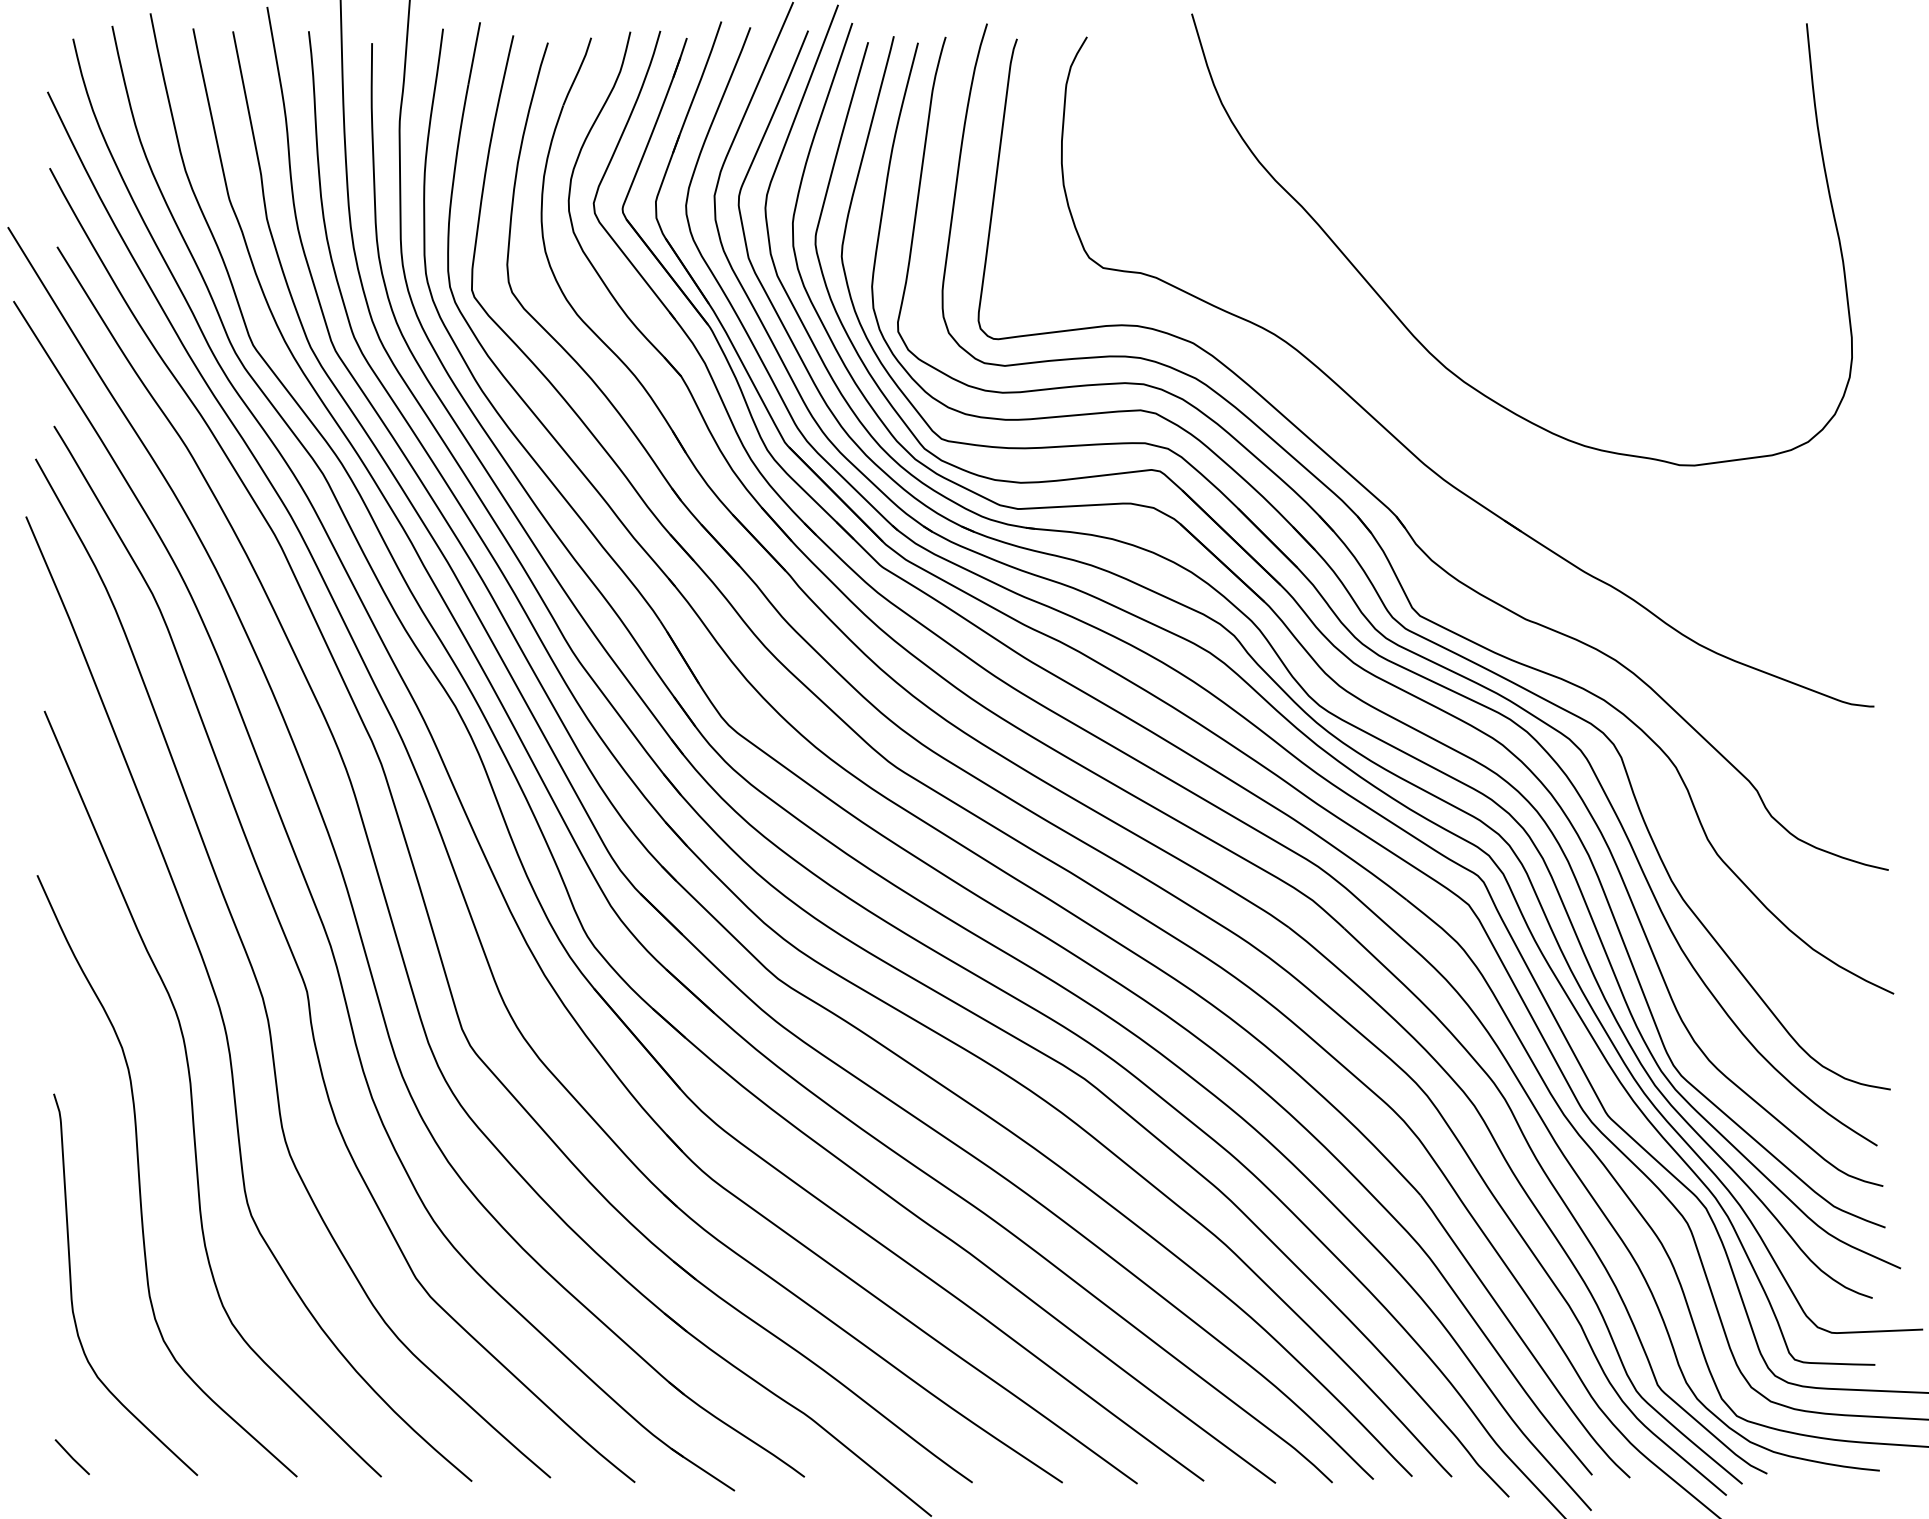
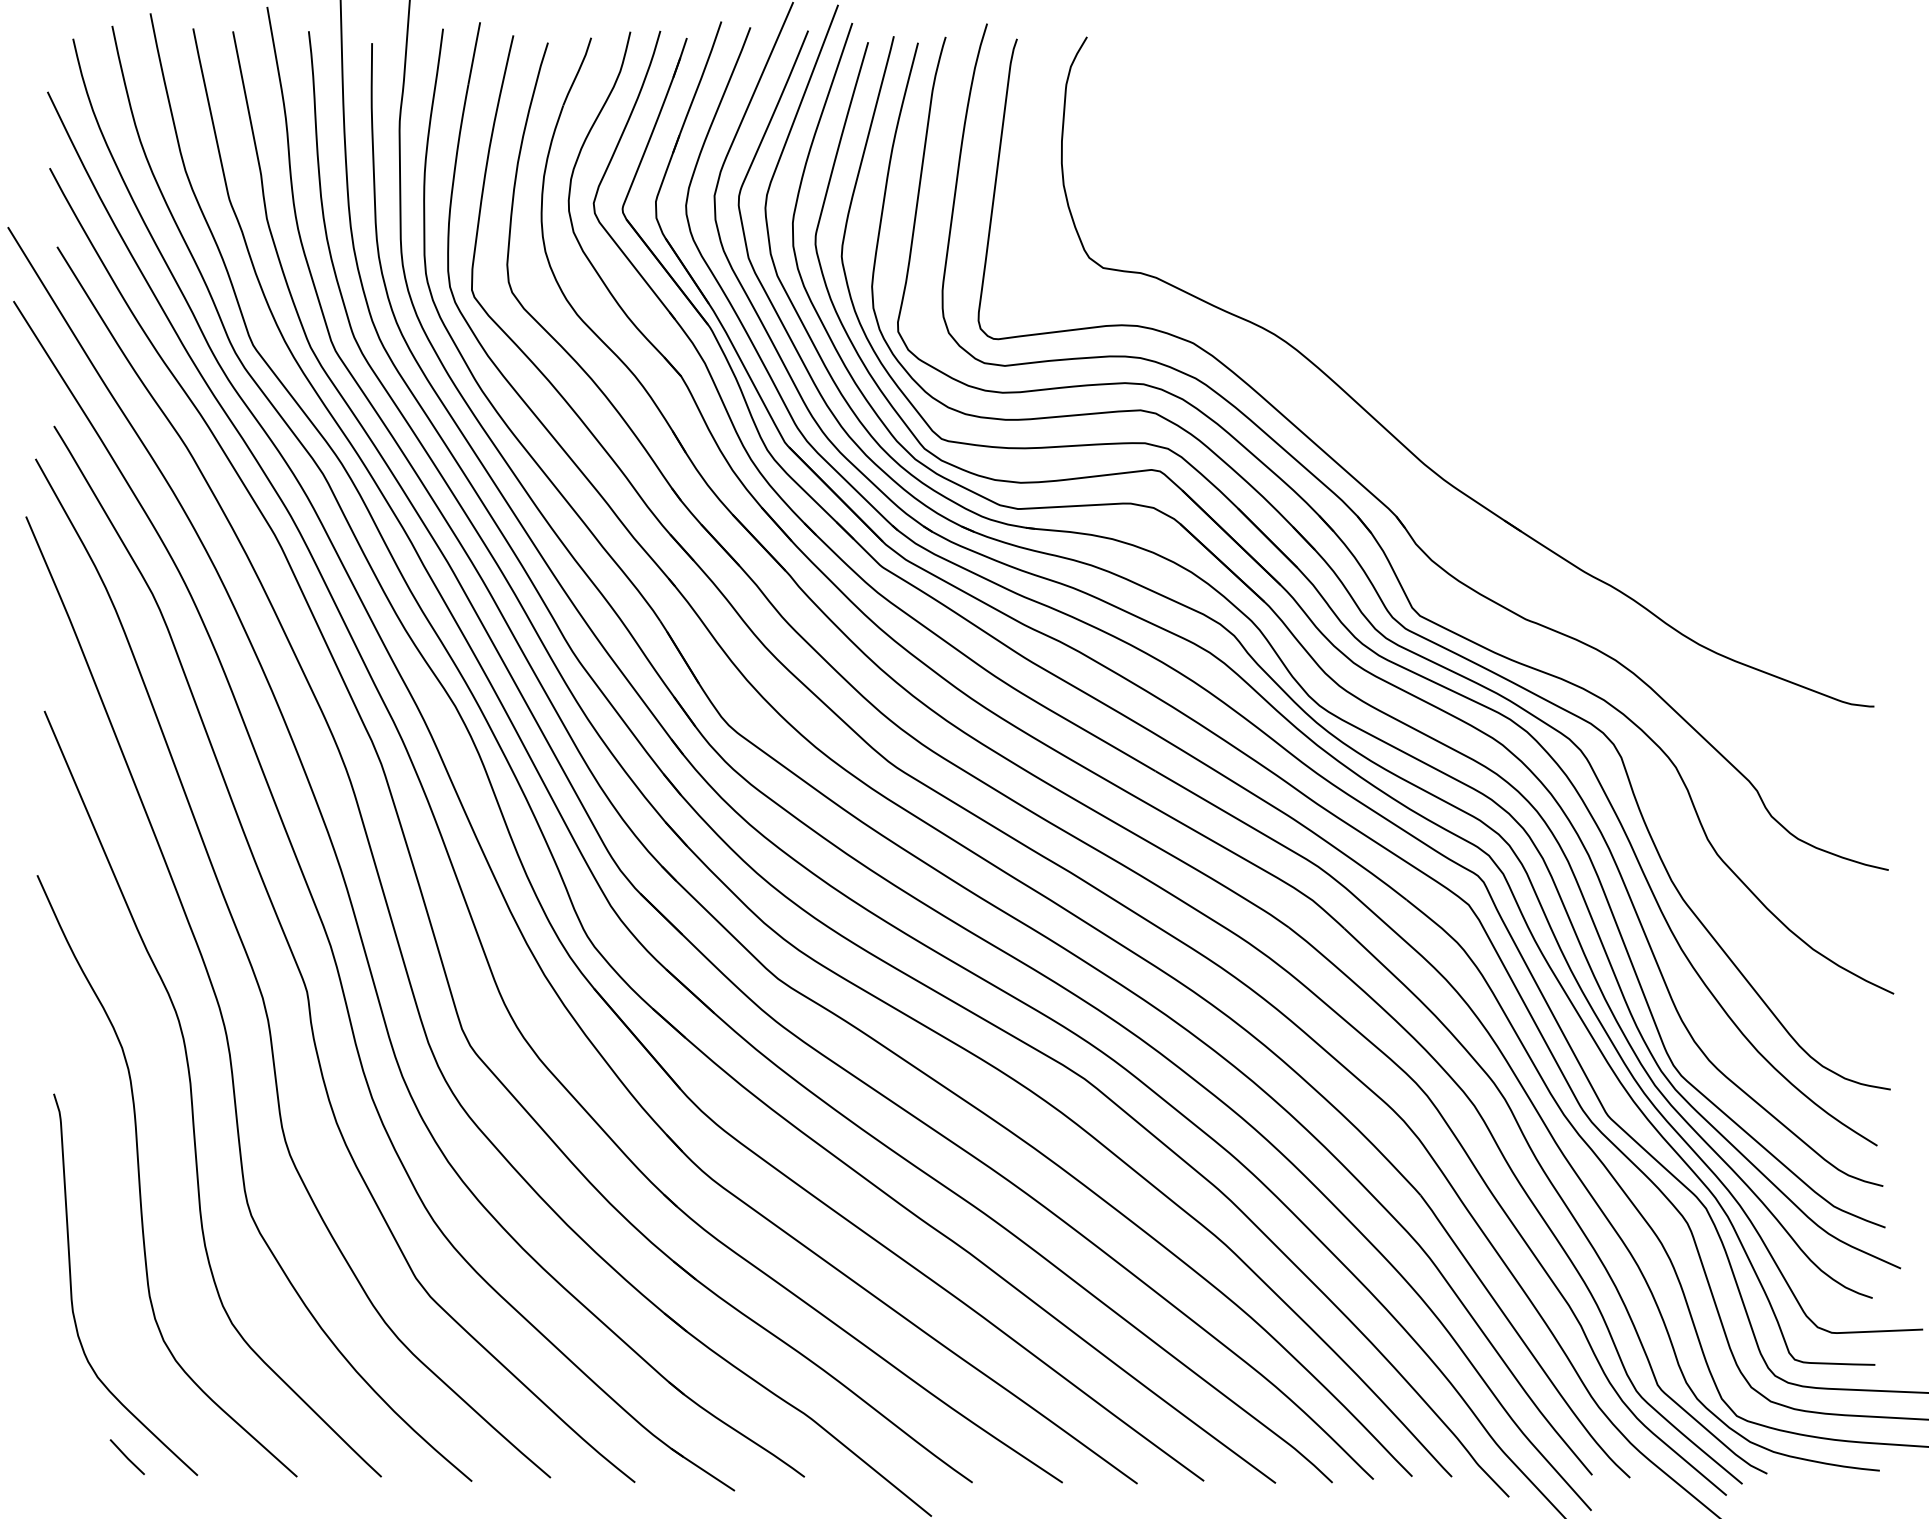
curve at (1419, 340): present -> none
line at (71, 1456) position: (71, 1456) -> (126, 1456)
